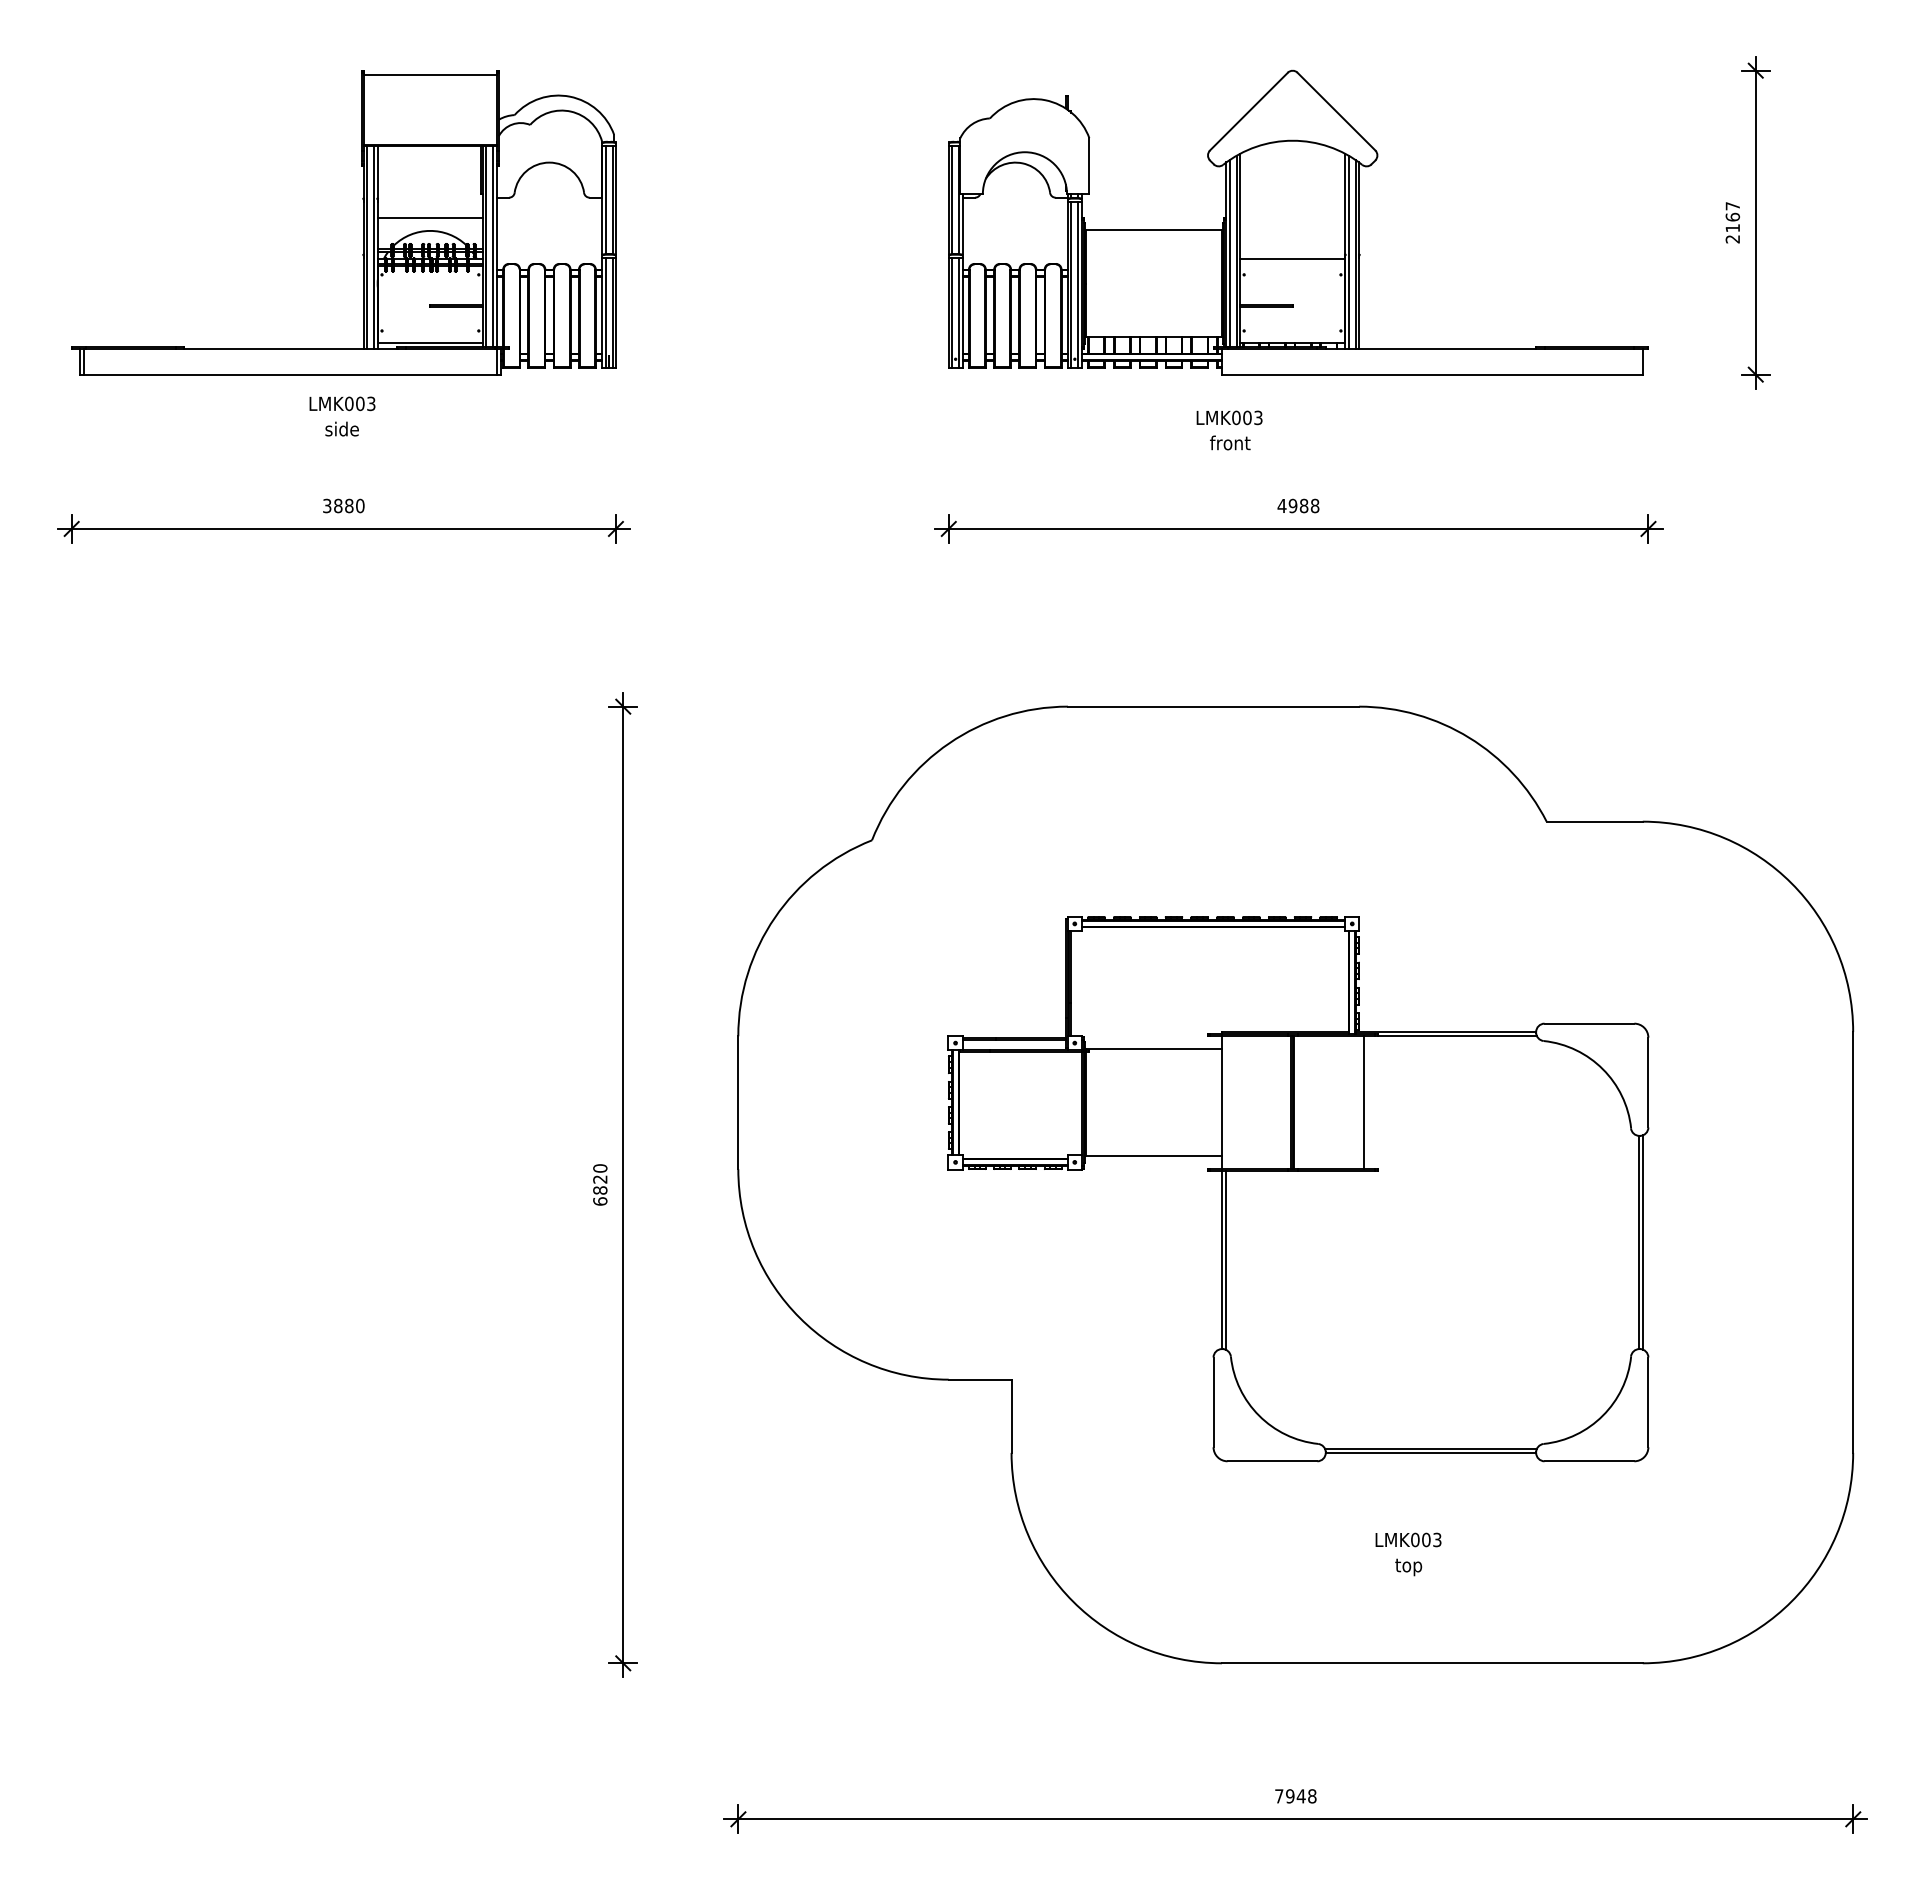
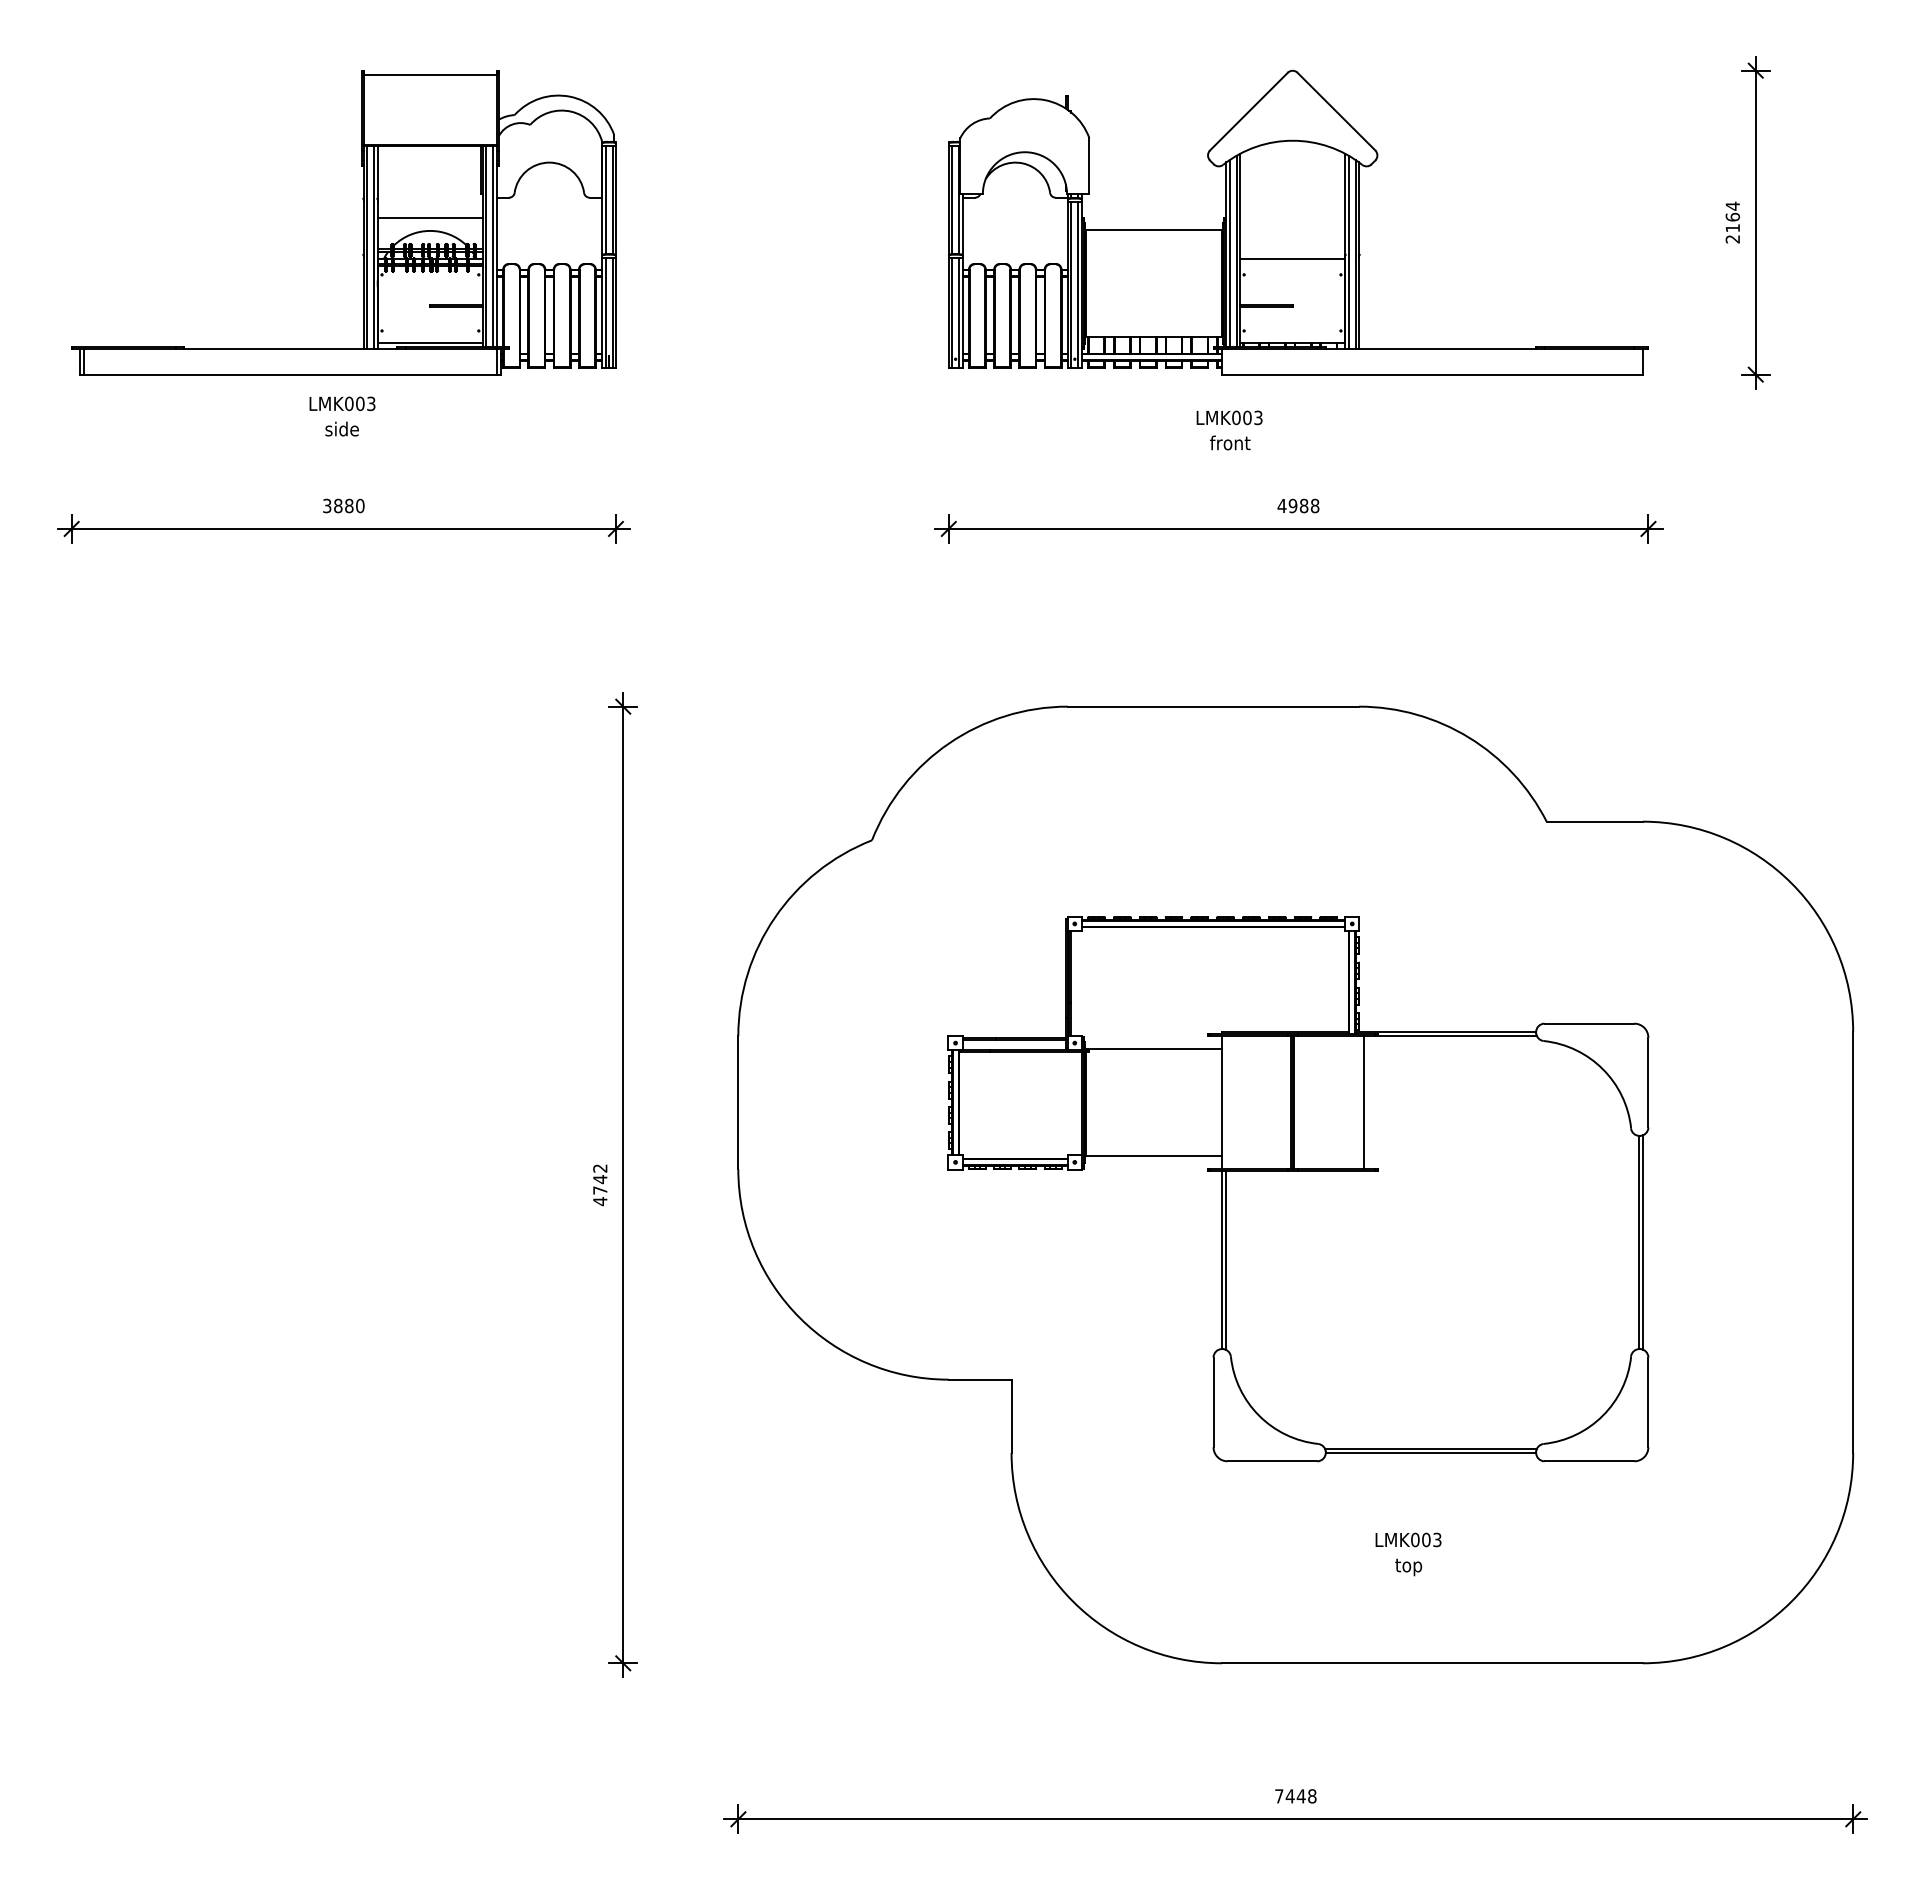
text at (1732, 205): 2167 -> 2164
text at (600, 1185): 6820 -> 4742
text at (1289, 1796): 7948 -> 7448
